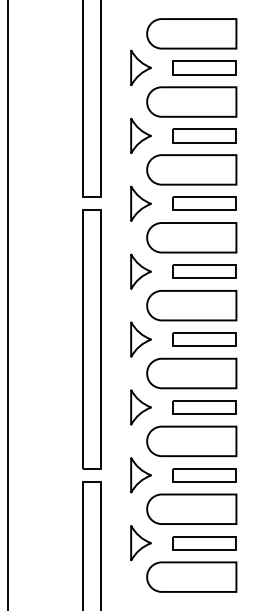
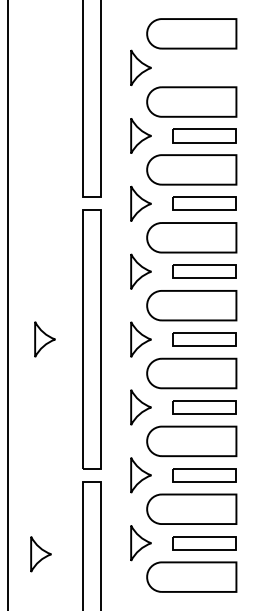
part at (204, 67): present -> none
part at (44, 339): none -> present
part at (40, 554): none -> present
